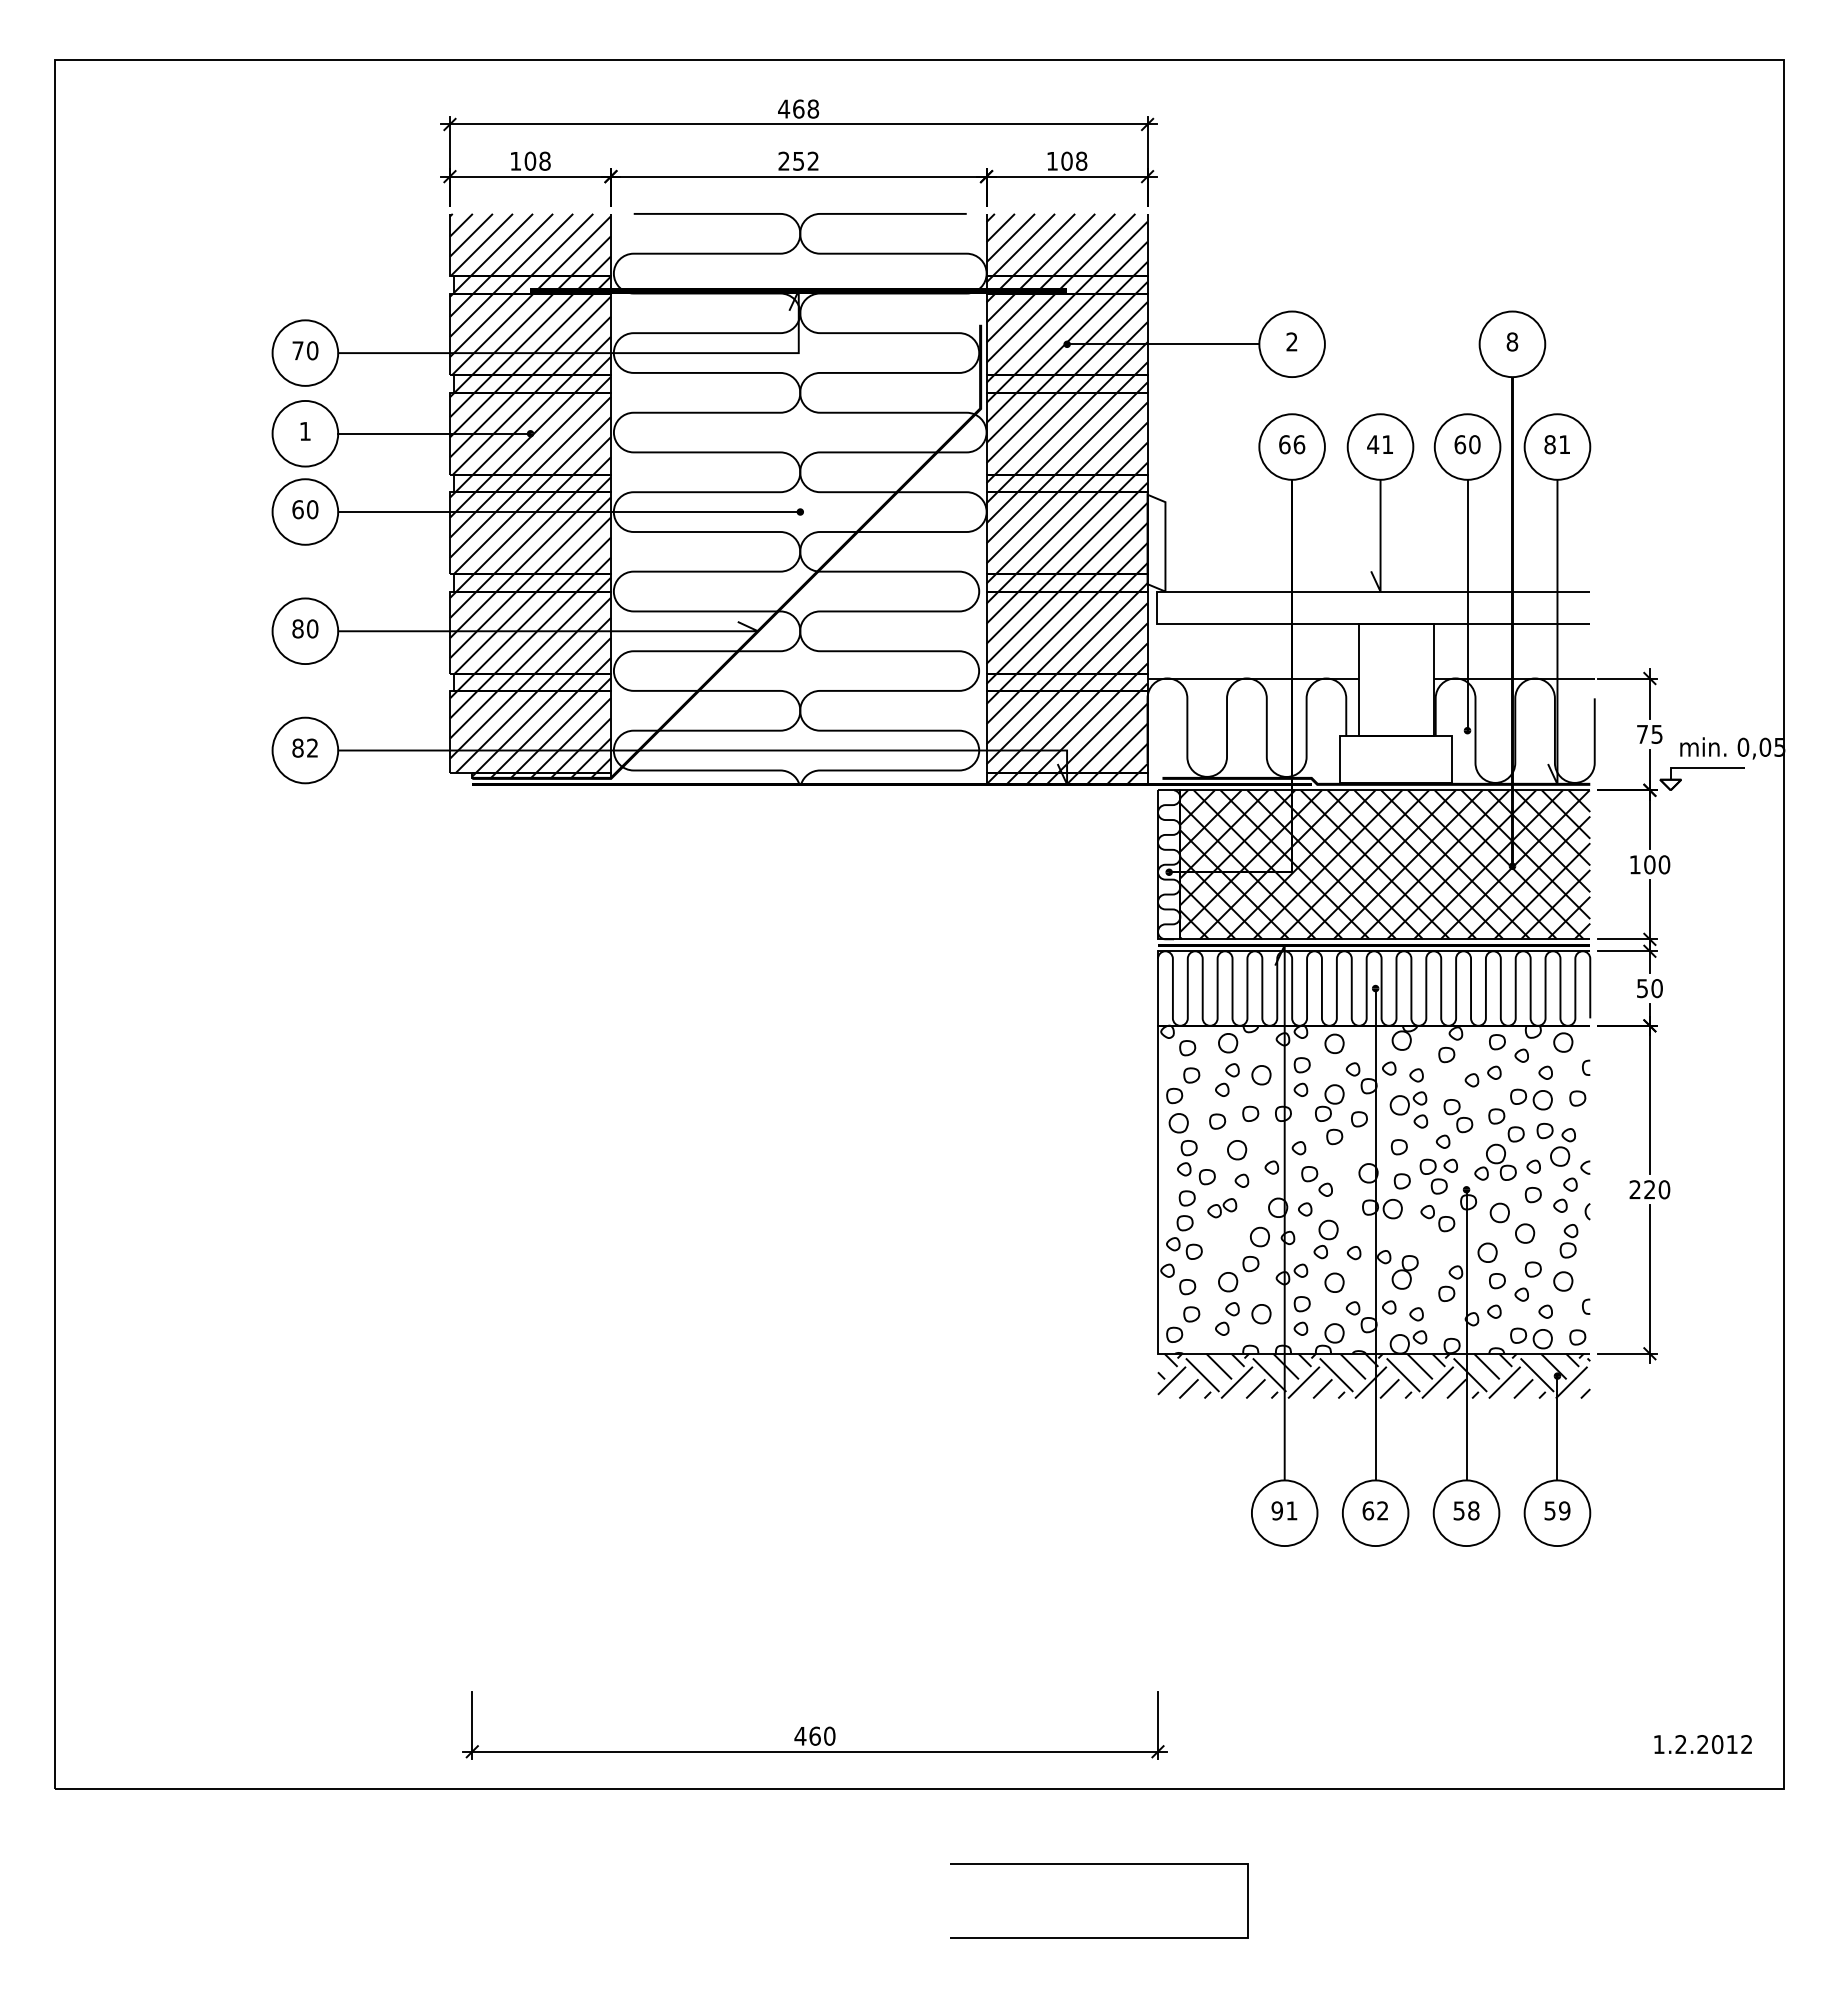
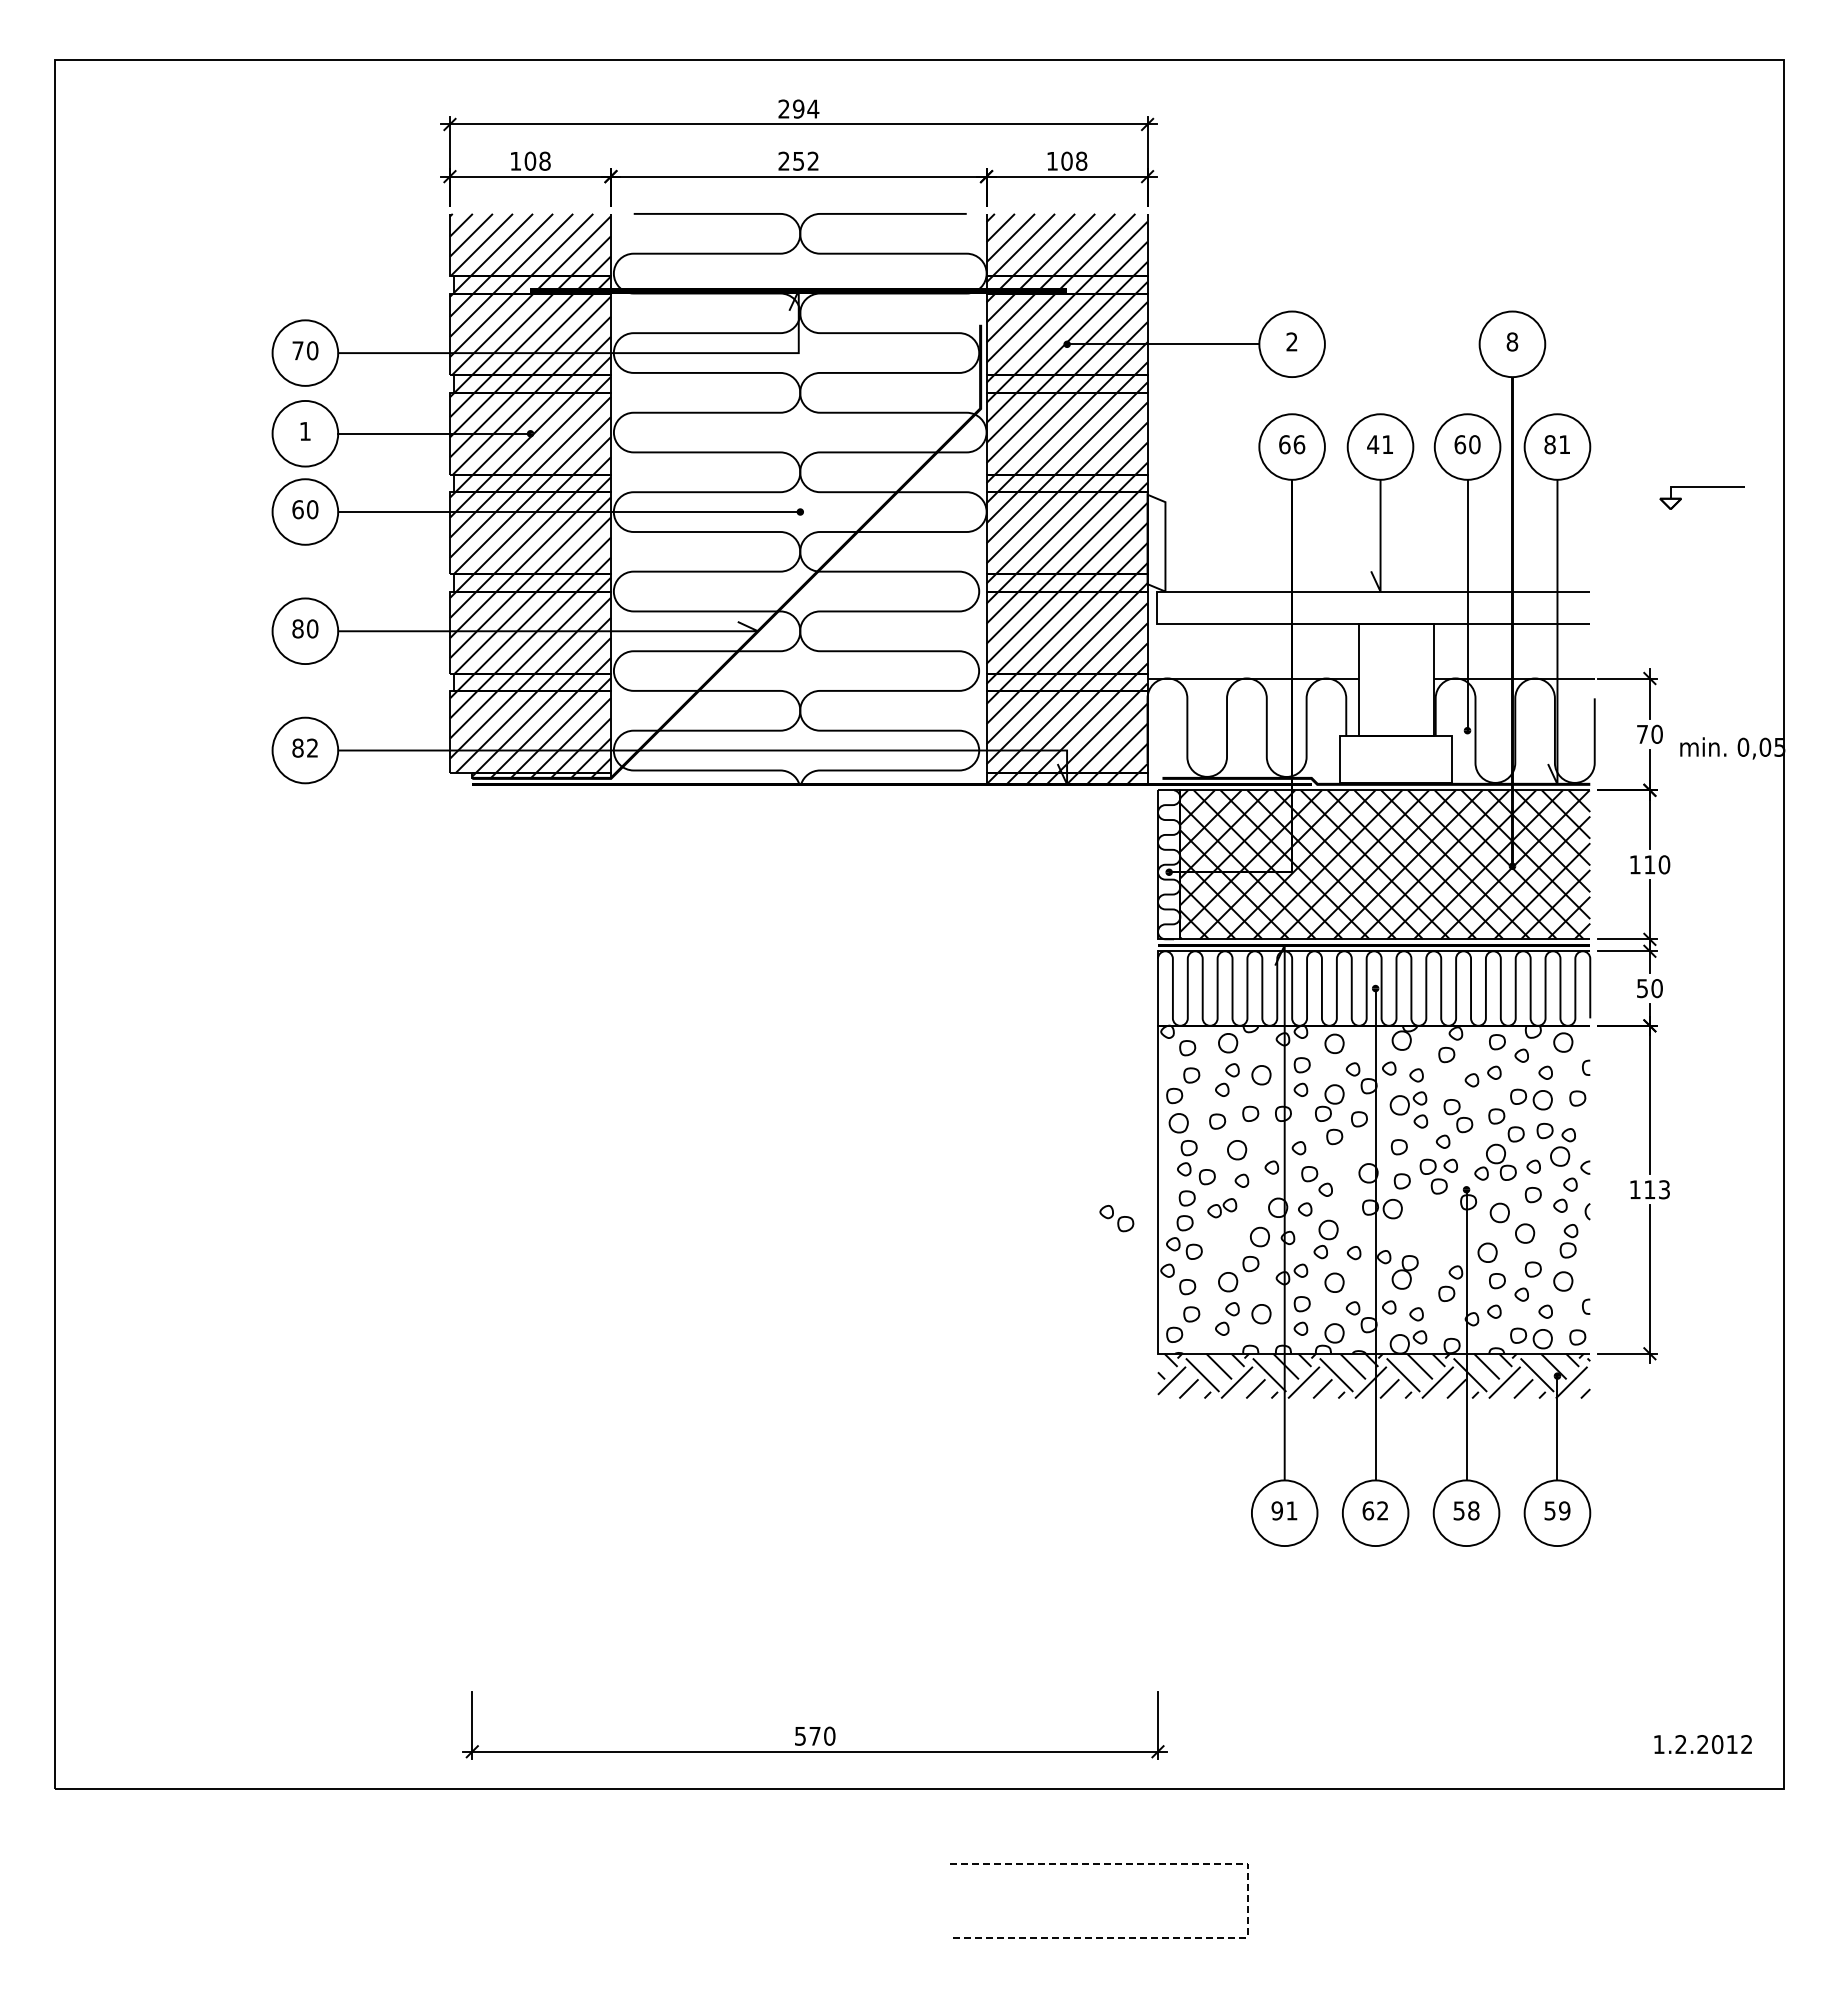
text at (798, 108): 468 -> 294
text at (1656, 733): 75 -> 70
part at (1701, 768) position: (1701, 768) -> (1701, 487)
text at (1649, 864): 100 -> 110
text at (1649, 1189): 220 -> 113
part at (1437, 1218) position: (1437, 1218) -> (1116, 1218)
text at (807, 1735): 460 -> 570
line at (1247, 1901): solid -> dashed
